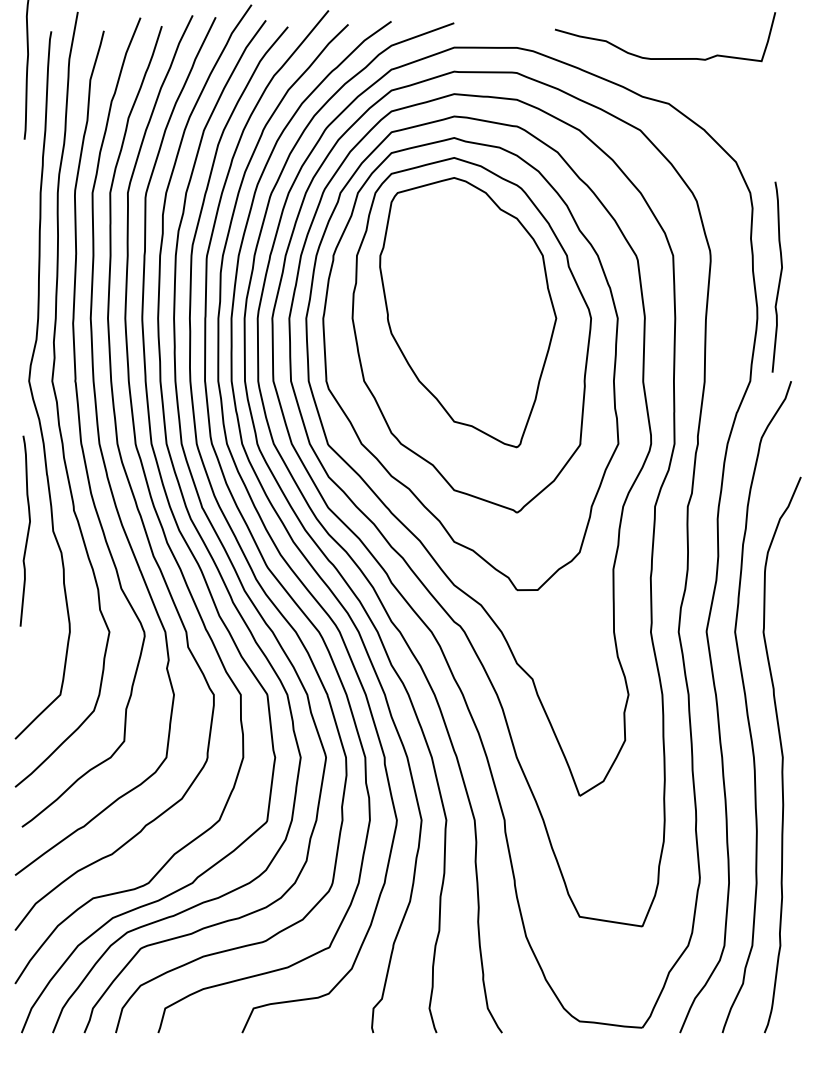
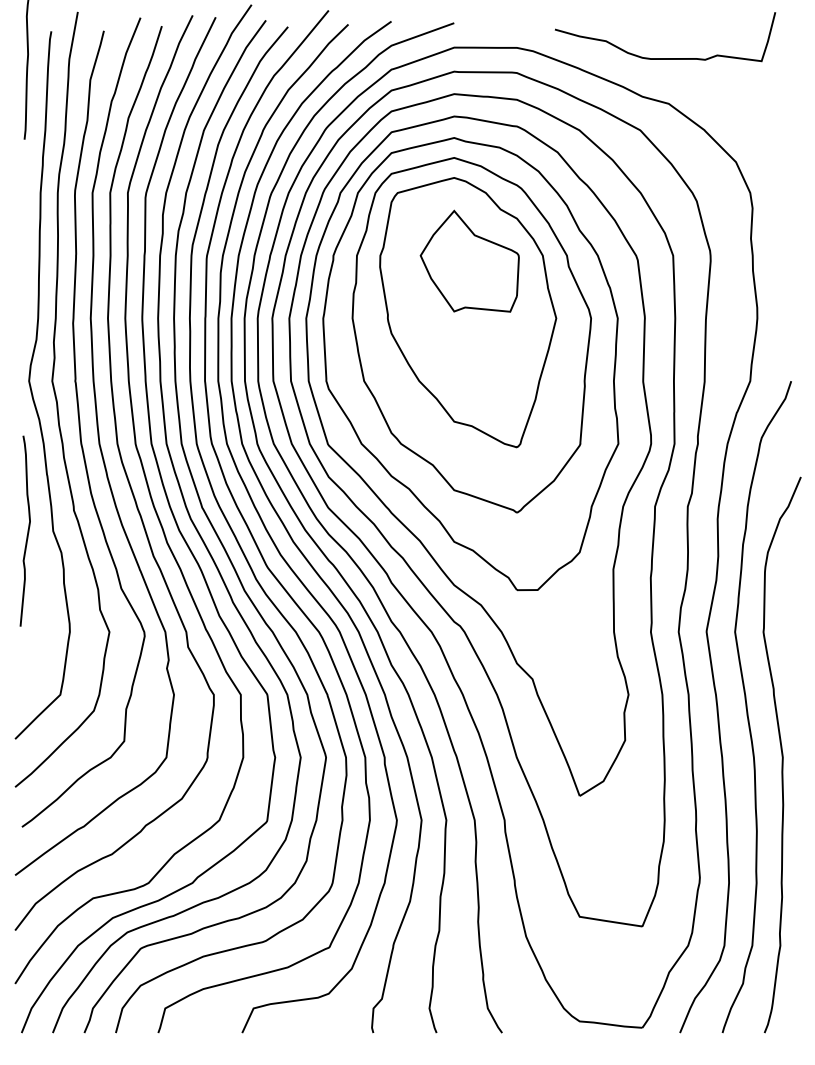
part at (469, 260): none -> present
curve at (779, 276): present -> none
